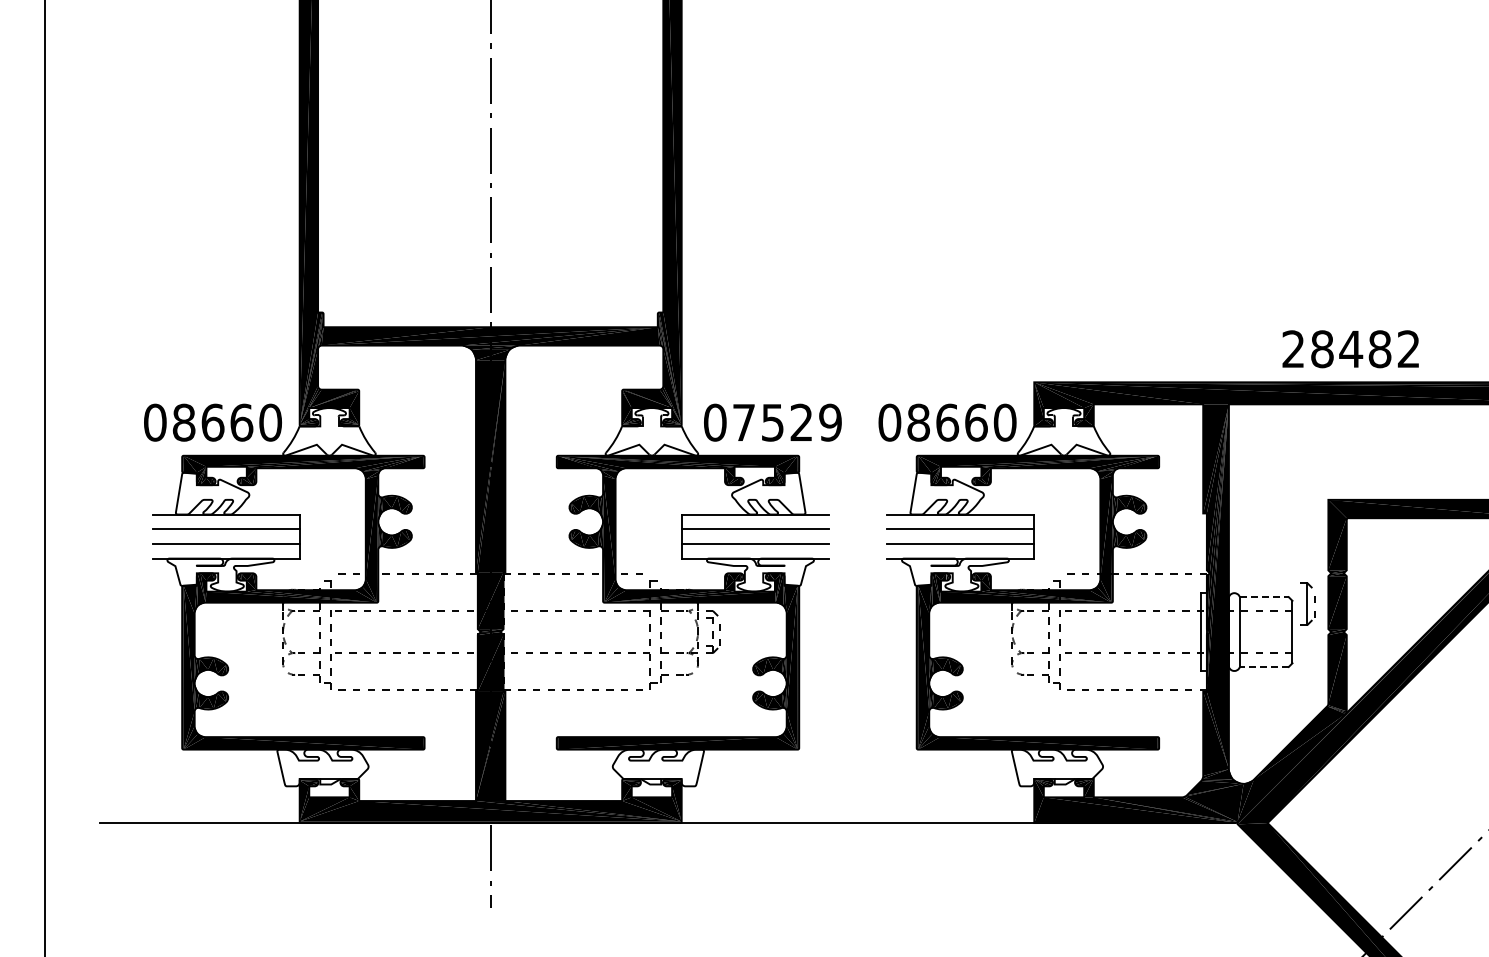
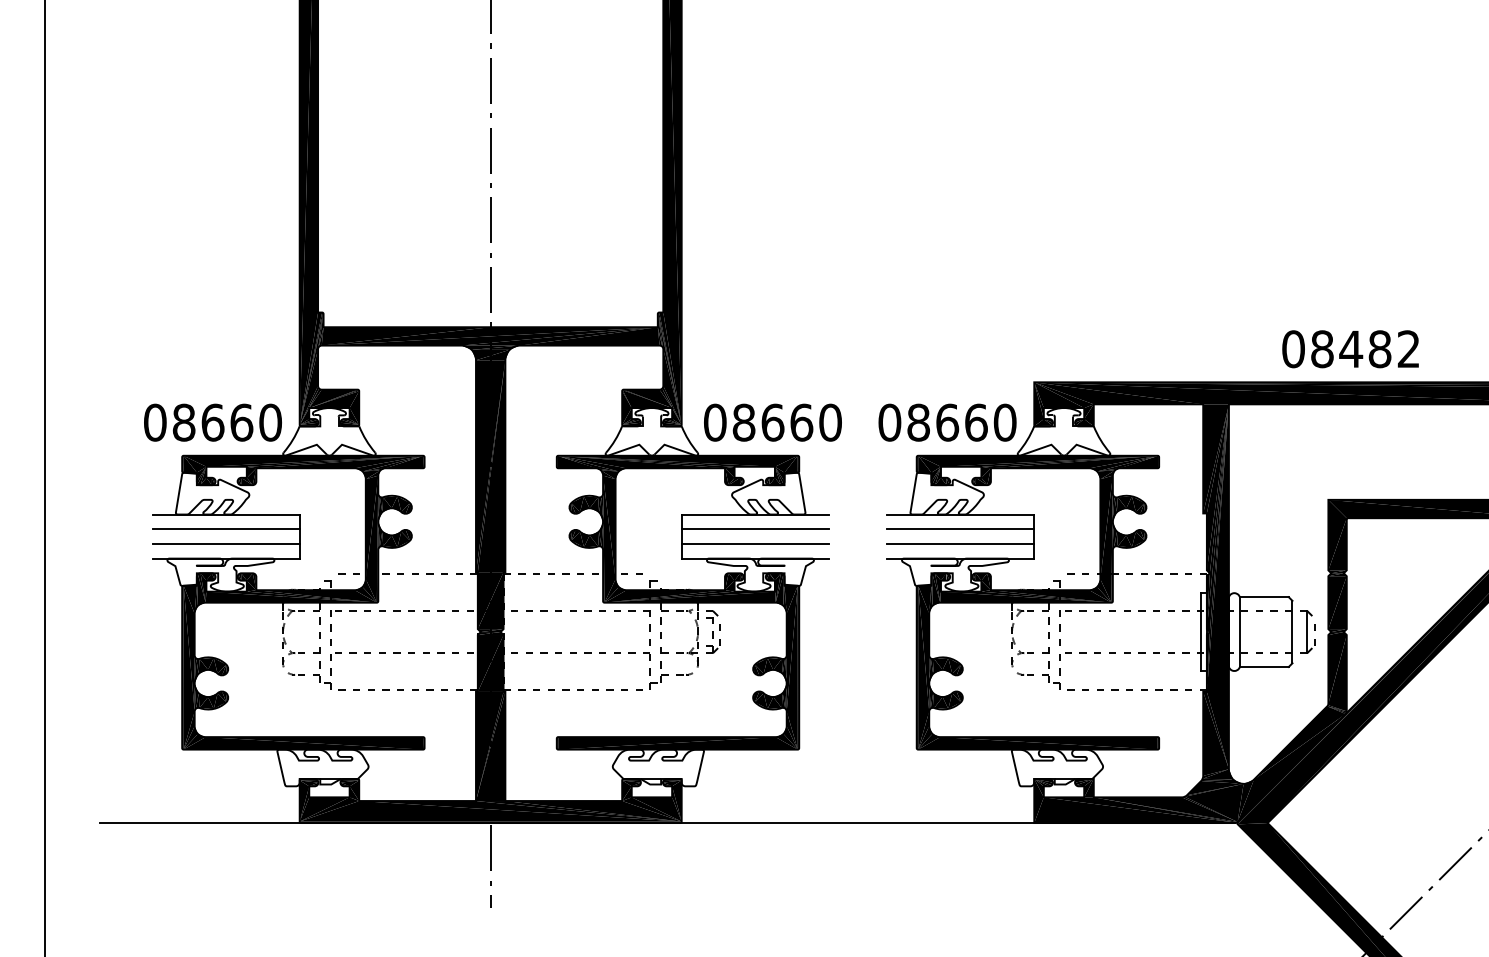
text at (1293, 349): 28482 -> 08482
text at (786, 422): 07529 -> 08660
line at (1264, 597): dashed -> solid
part at (1307, 603) position: (1307, 603) -> (1307, 631)
line at (1263, 666): dashed -> solid
